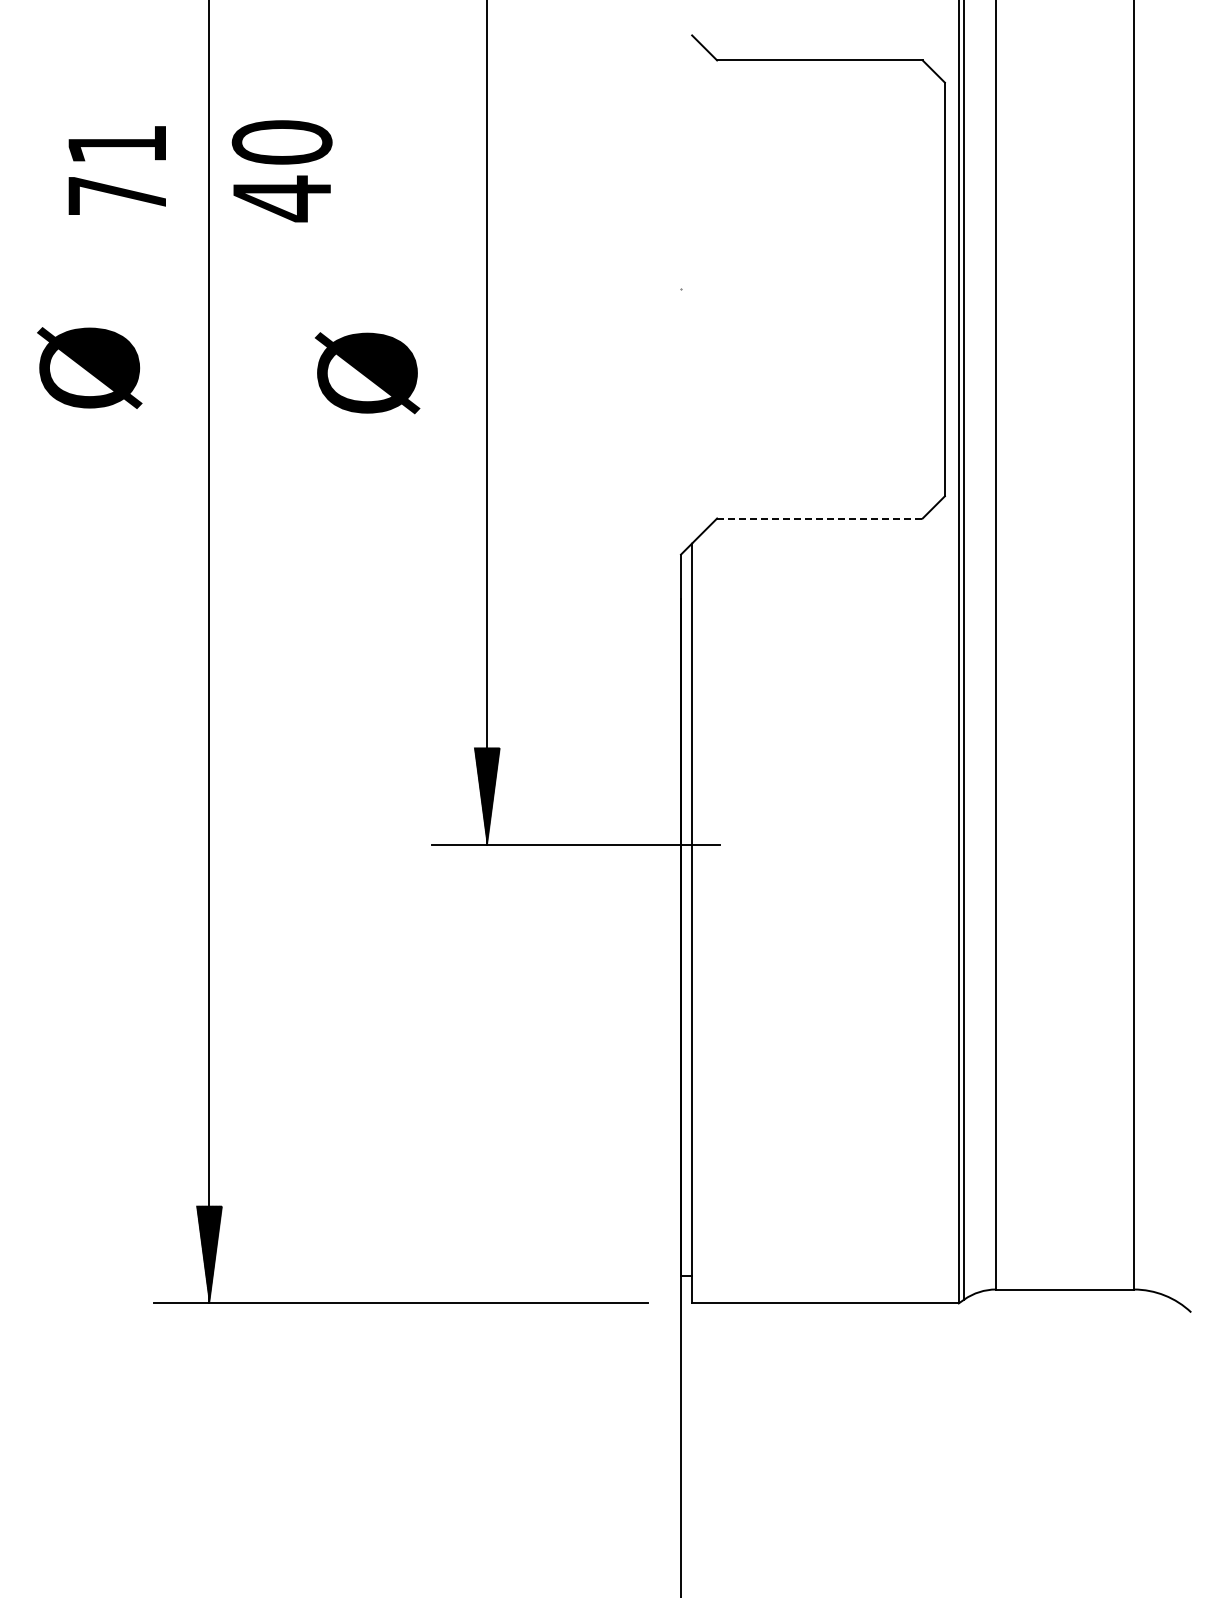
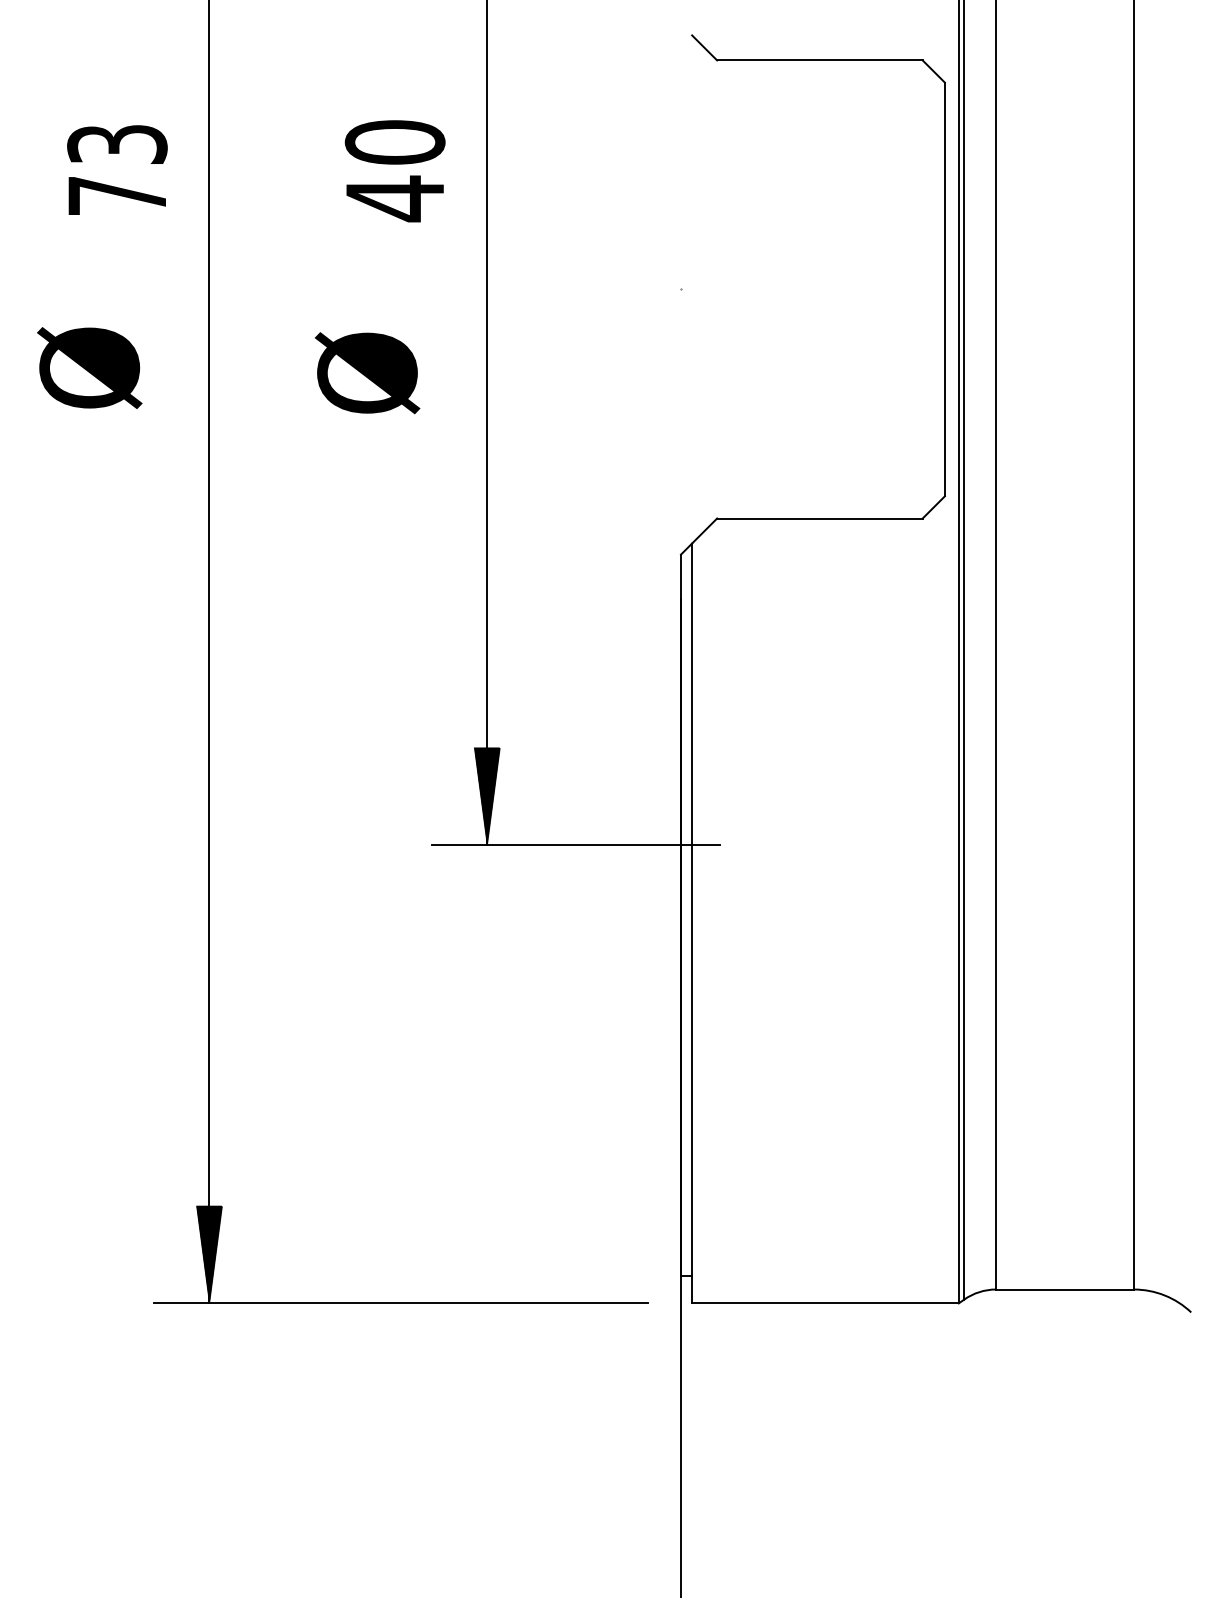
text at (117, 144): 71 -> 73
text at (281, 171) position: (281, 171) -> (394, 171)
line at (819, 518): dashed -> solid
